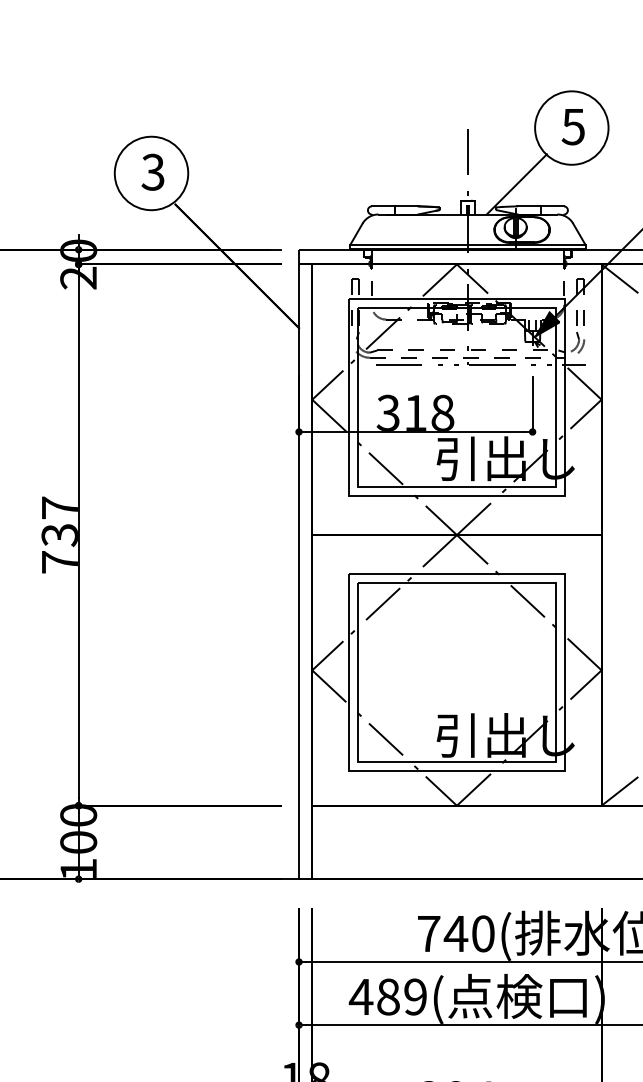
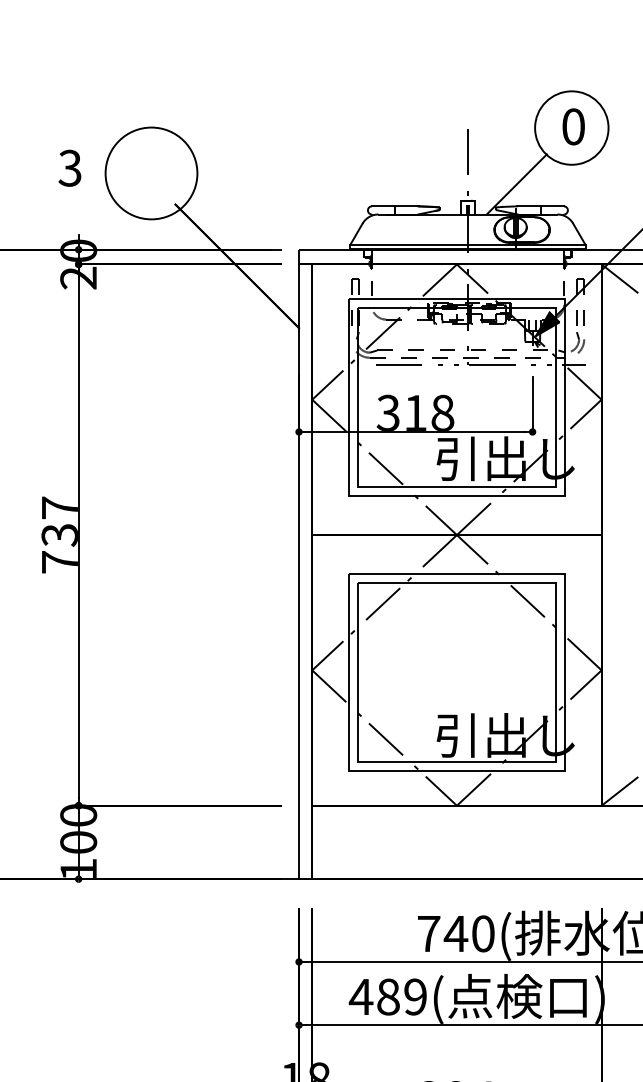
text at (572, 126): 5 -> 0
text at (152, 171) position: (152, 171) -> (69, 167)
circle at (151, 173) diameter: 73 px -> 92 px
